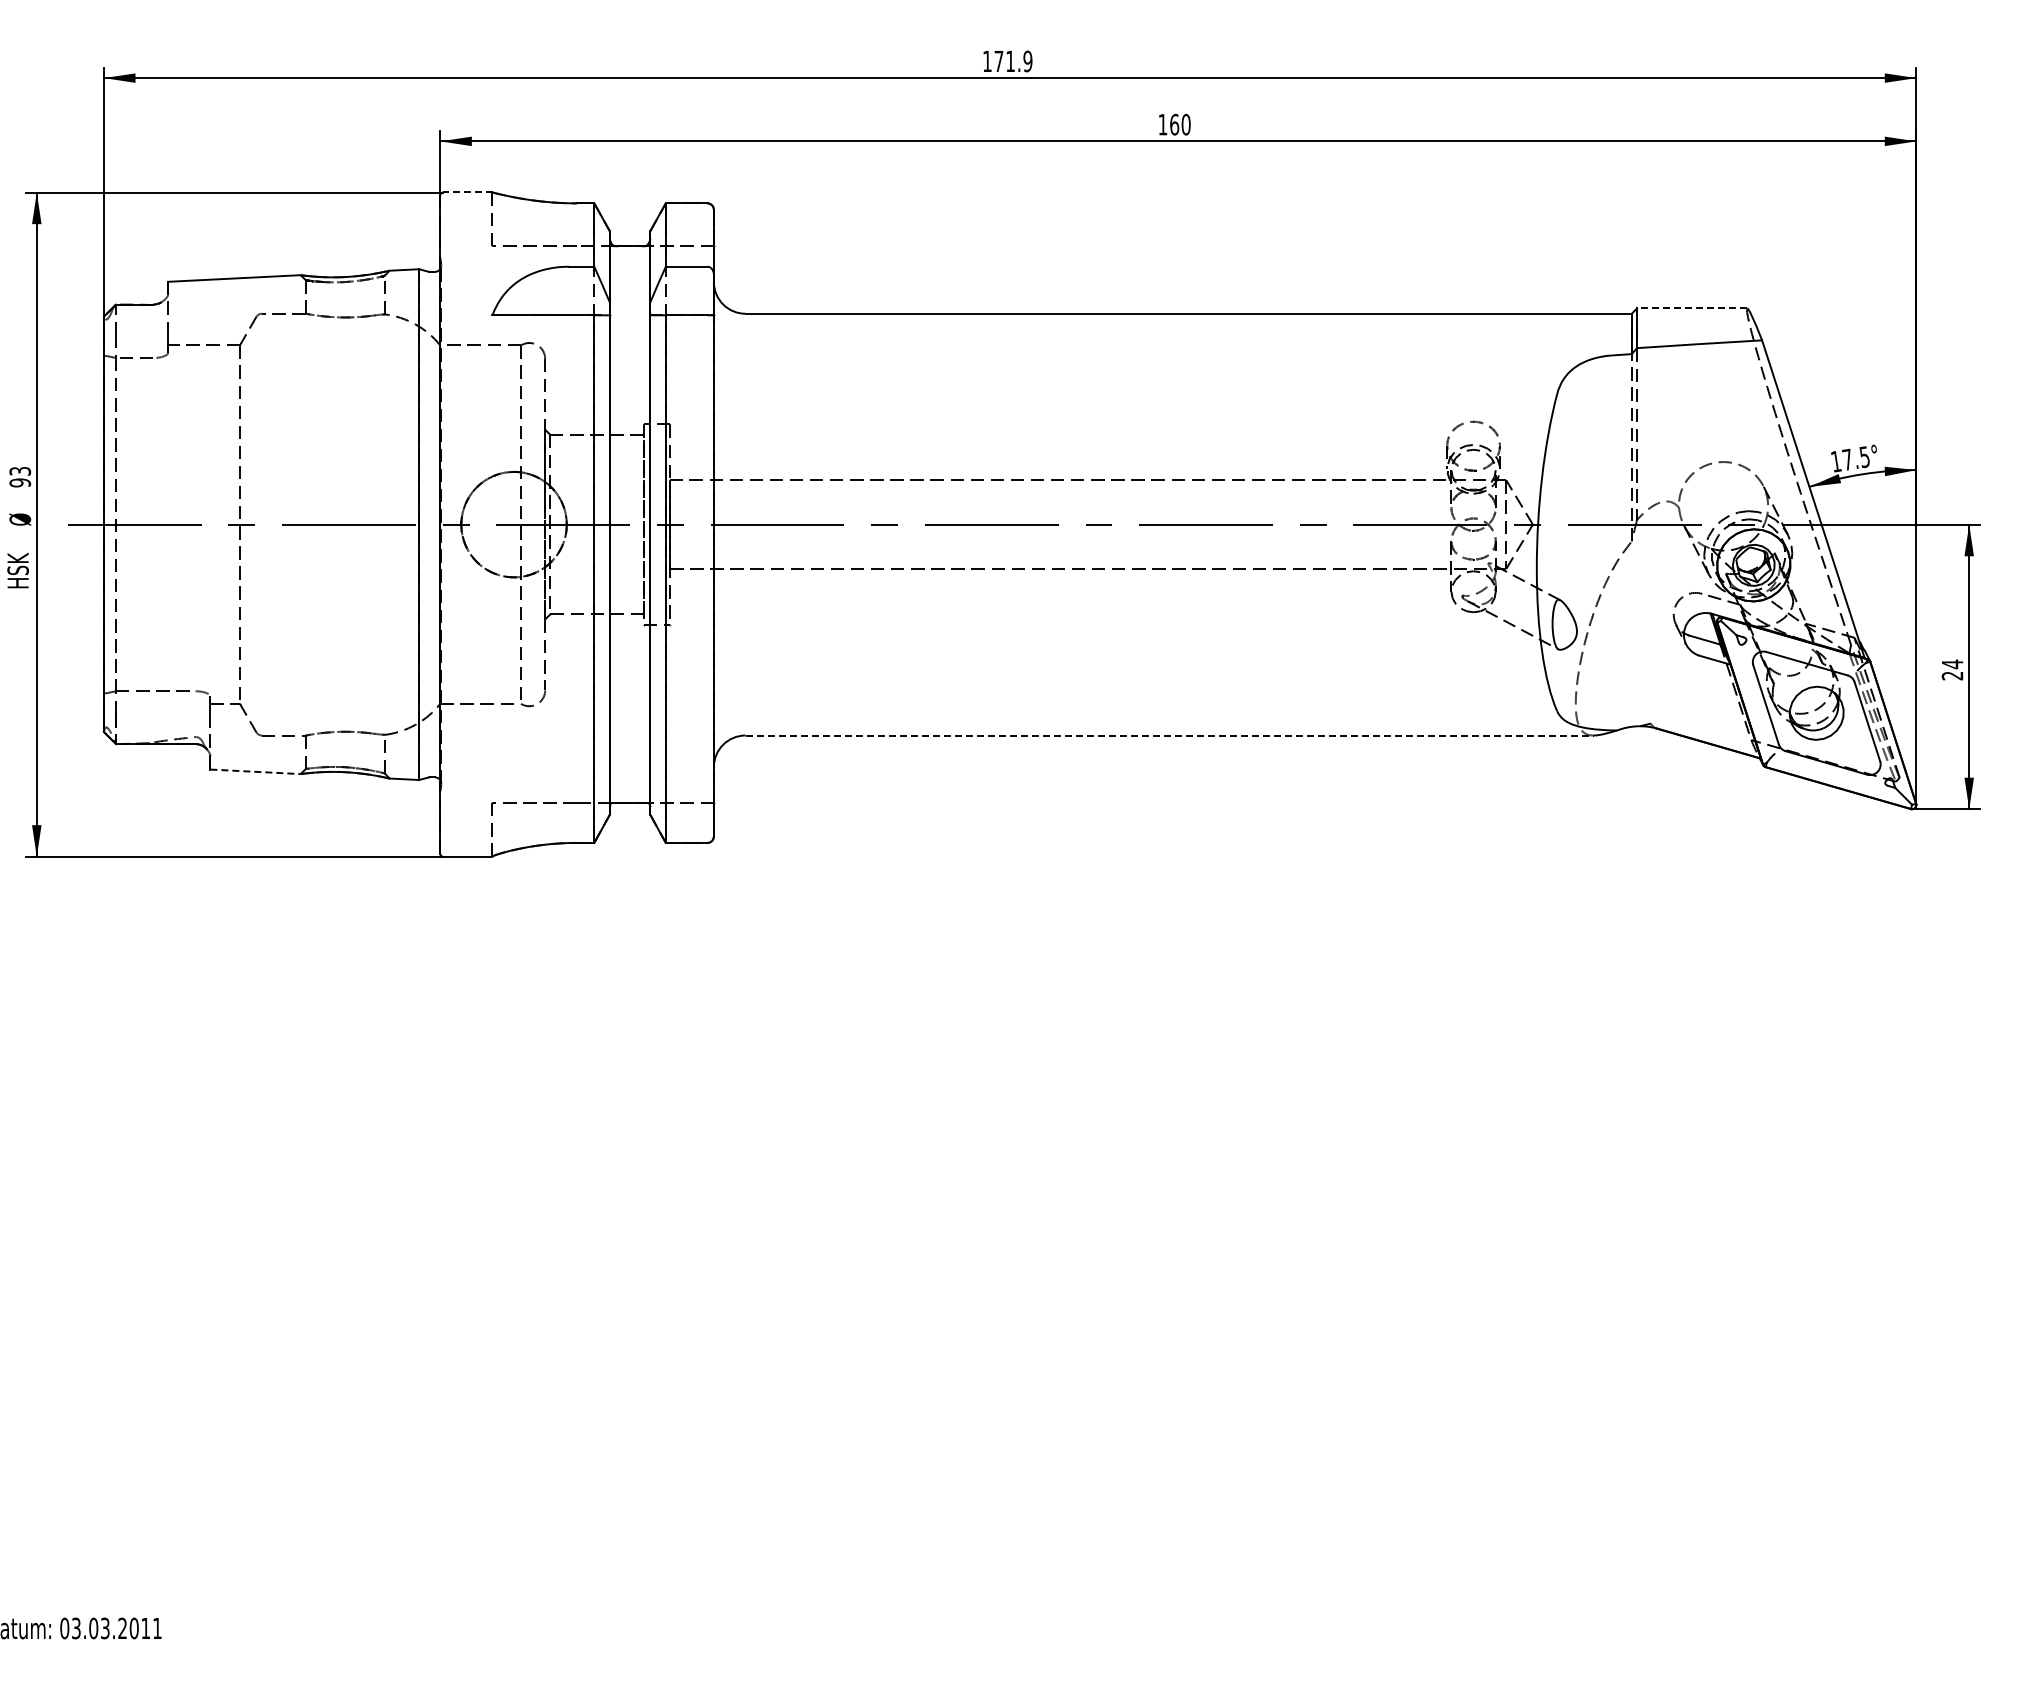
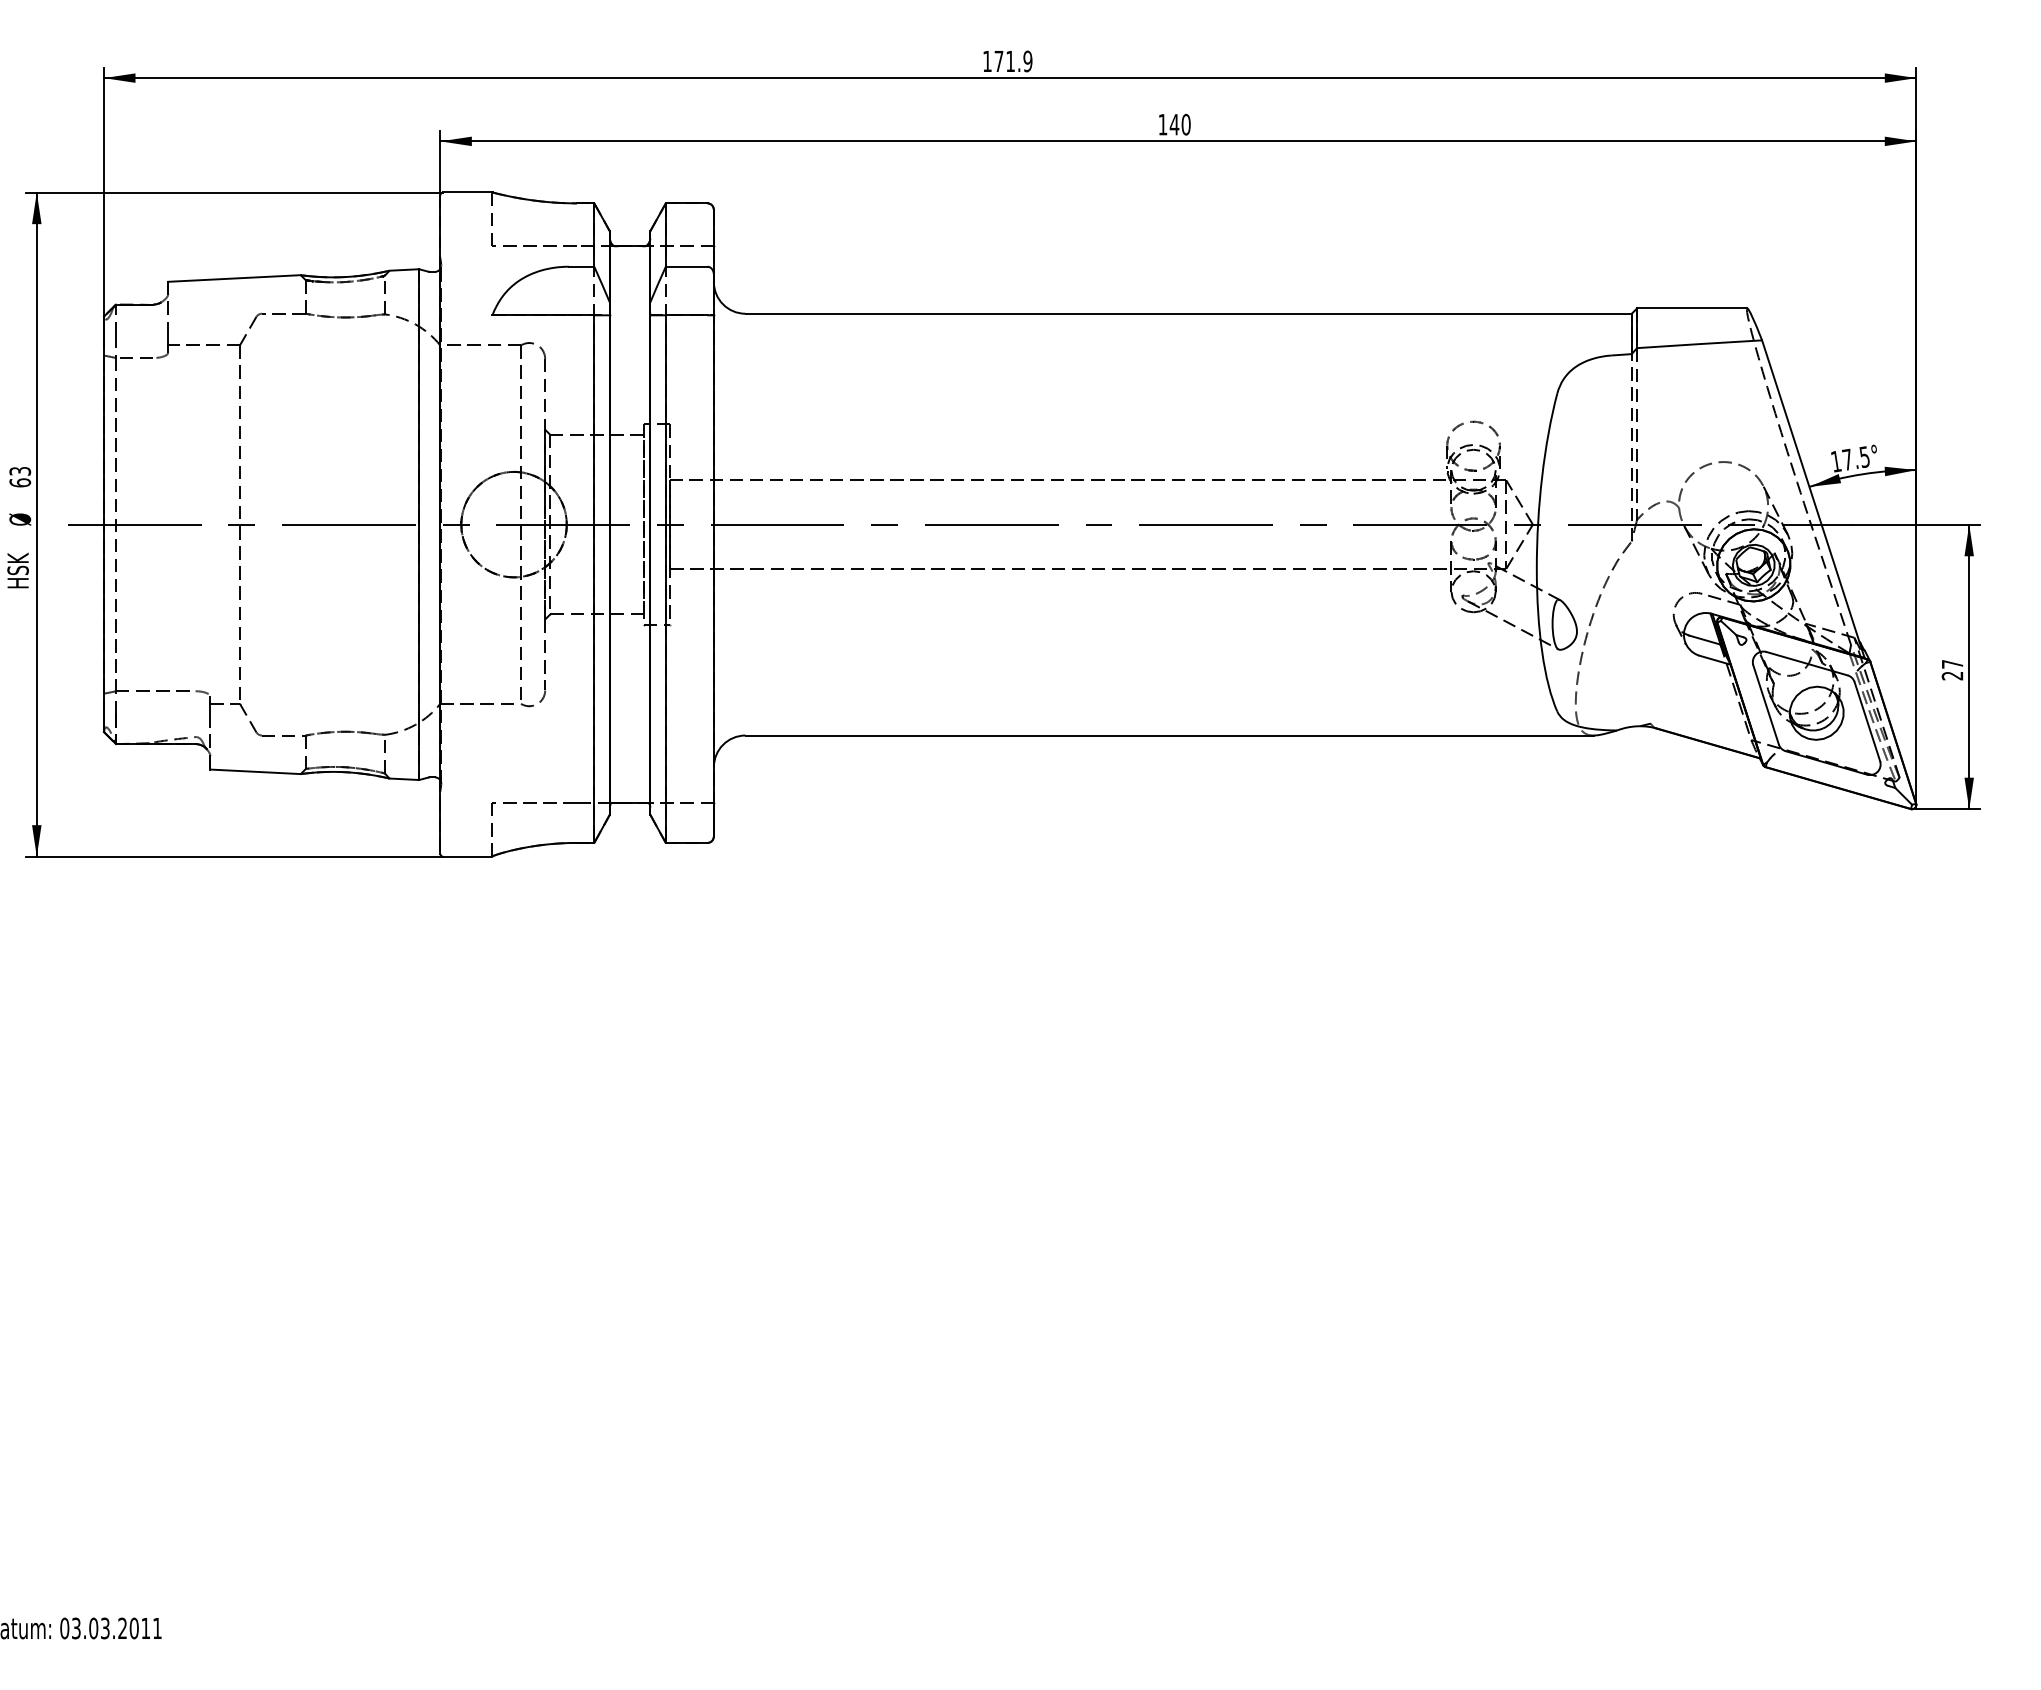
text at (1174, 124): 160 -> 140
line at (467, 192): dashed -> solid
line at (1691, 308): dashed -> solid
text at (20, 482): 93 -> 63
text at (1952, 664): 24 -> 27
line at (1170, 735): dashed -> solid
line at (256, 771): dashed -> solid
